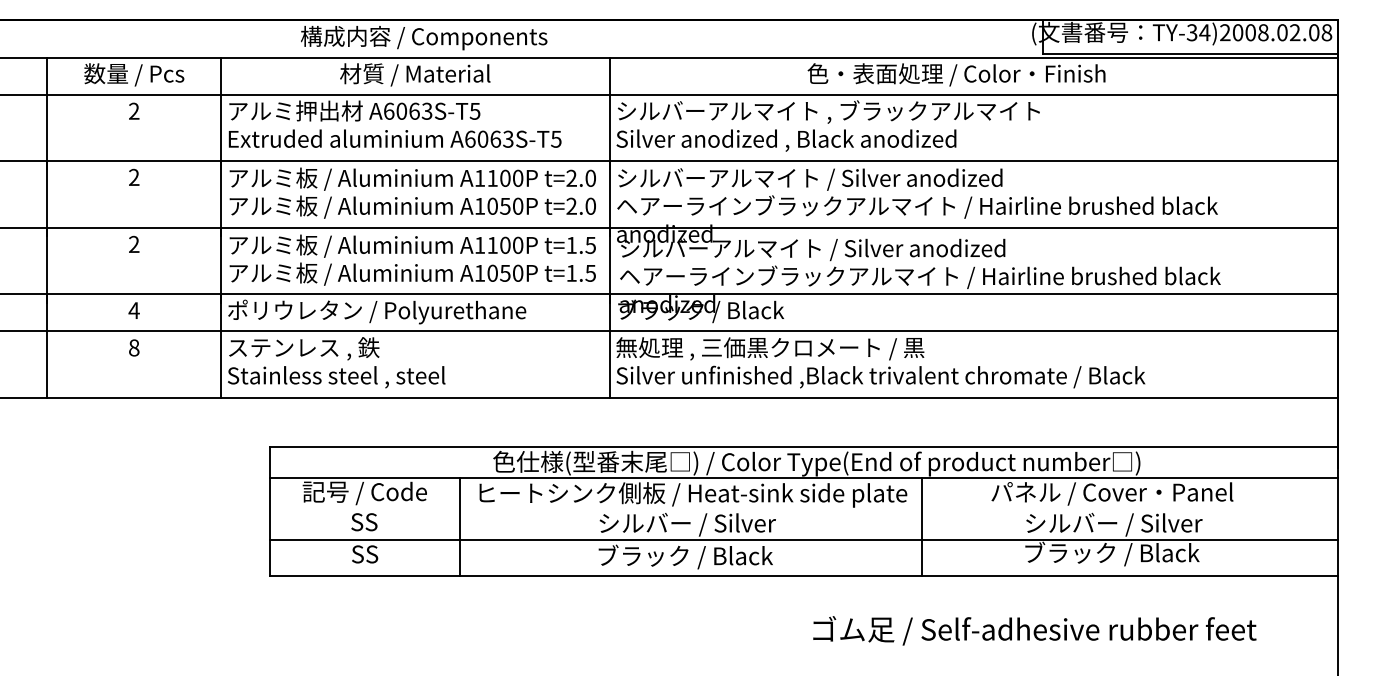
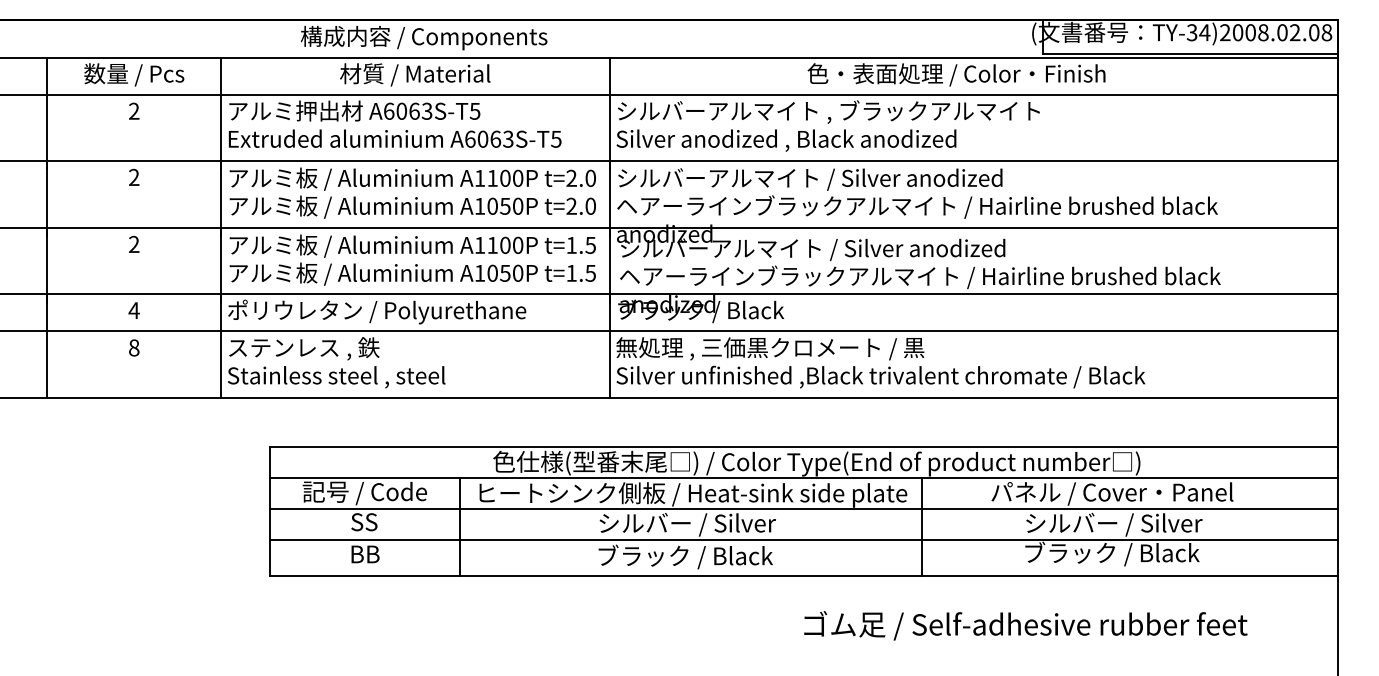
line at (803, 509): none -> present
text at (365, 554): SS -> BB
text at (1034, 630) position: (1034, 630) -> (1025, 625)
